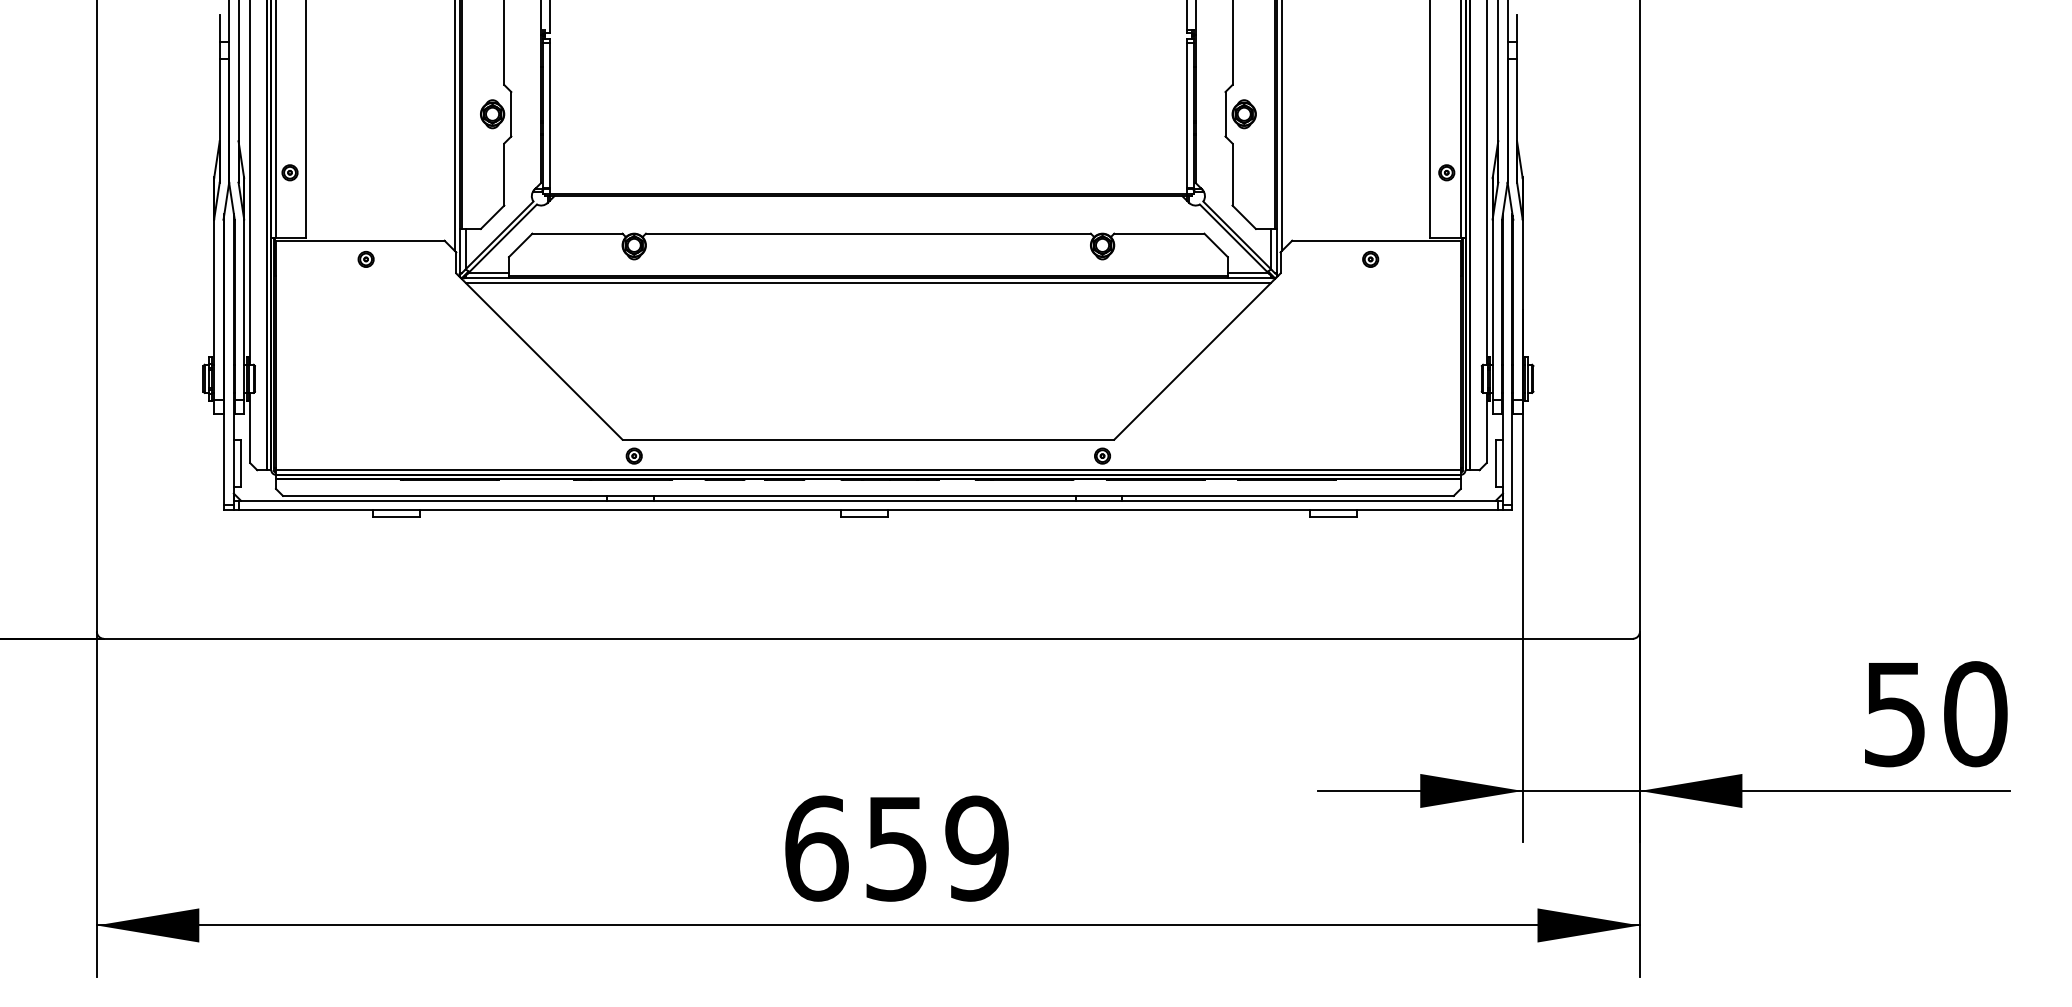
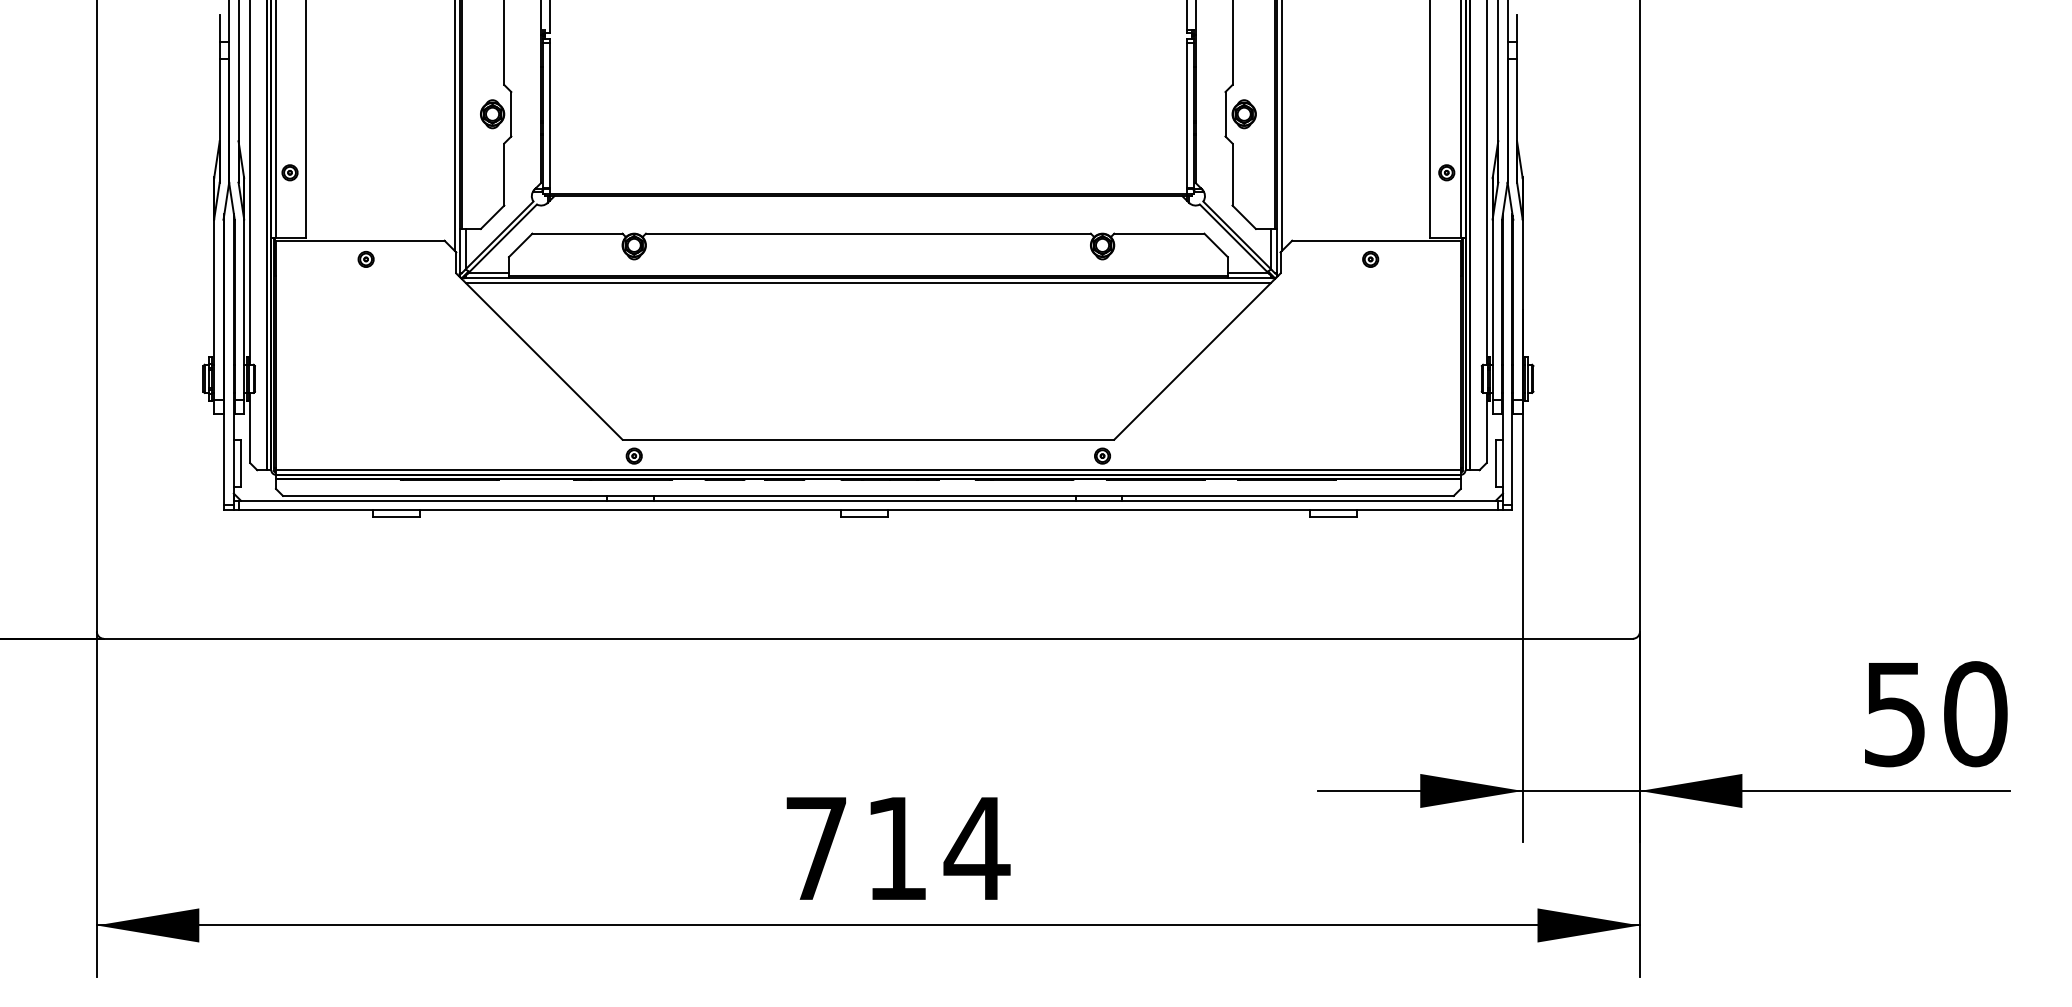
text at (897, 848): 659 -> 714
